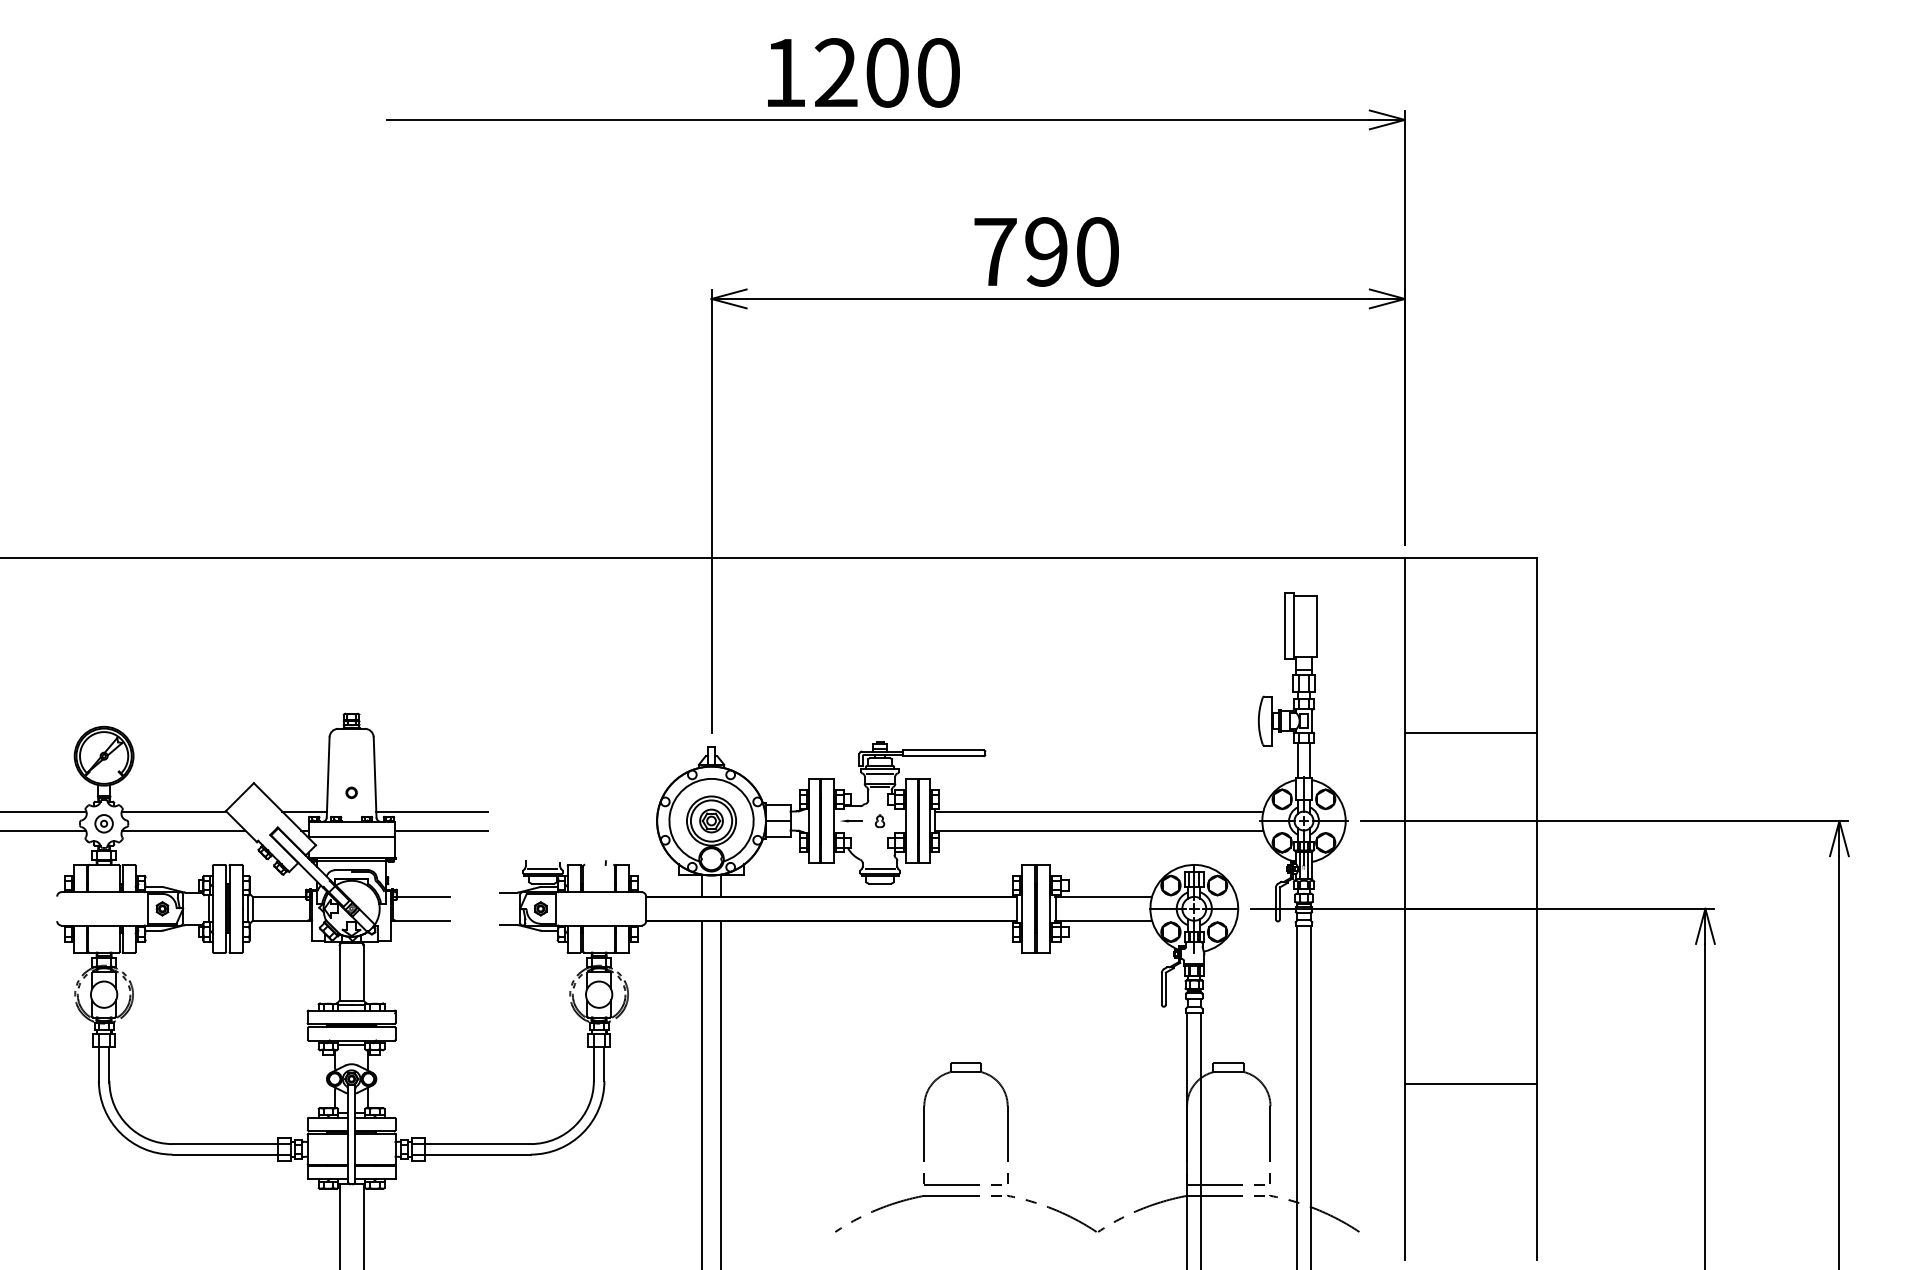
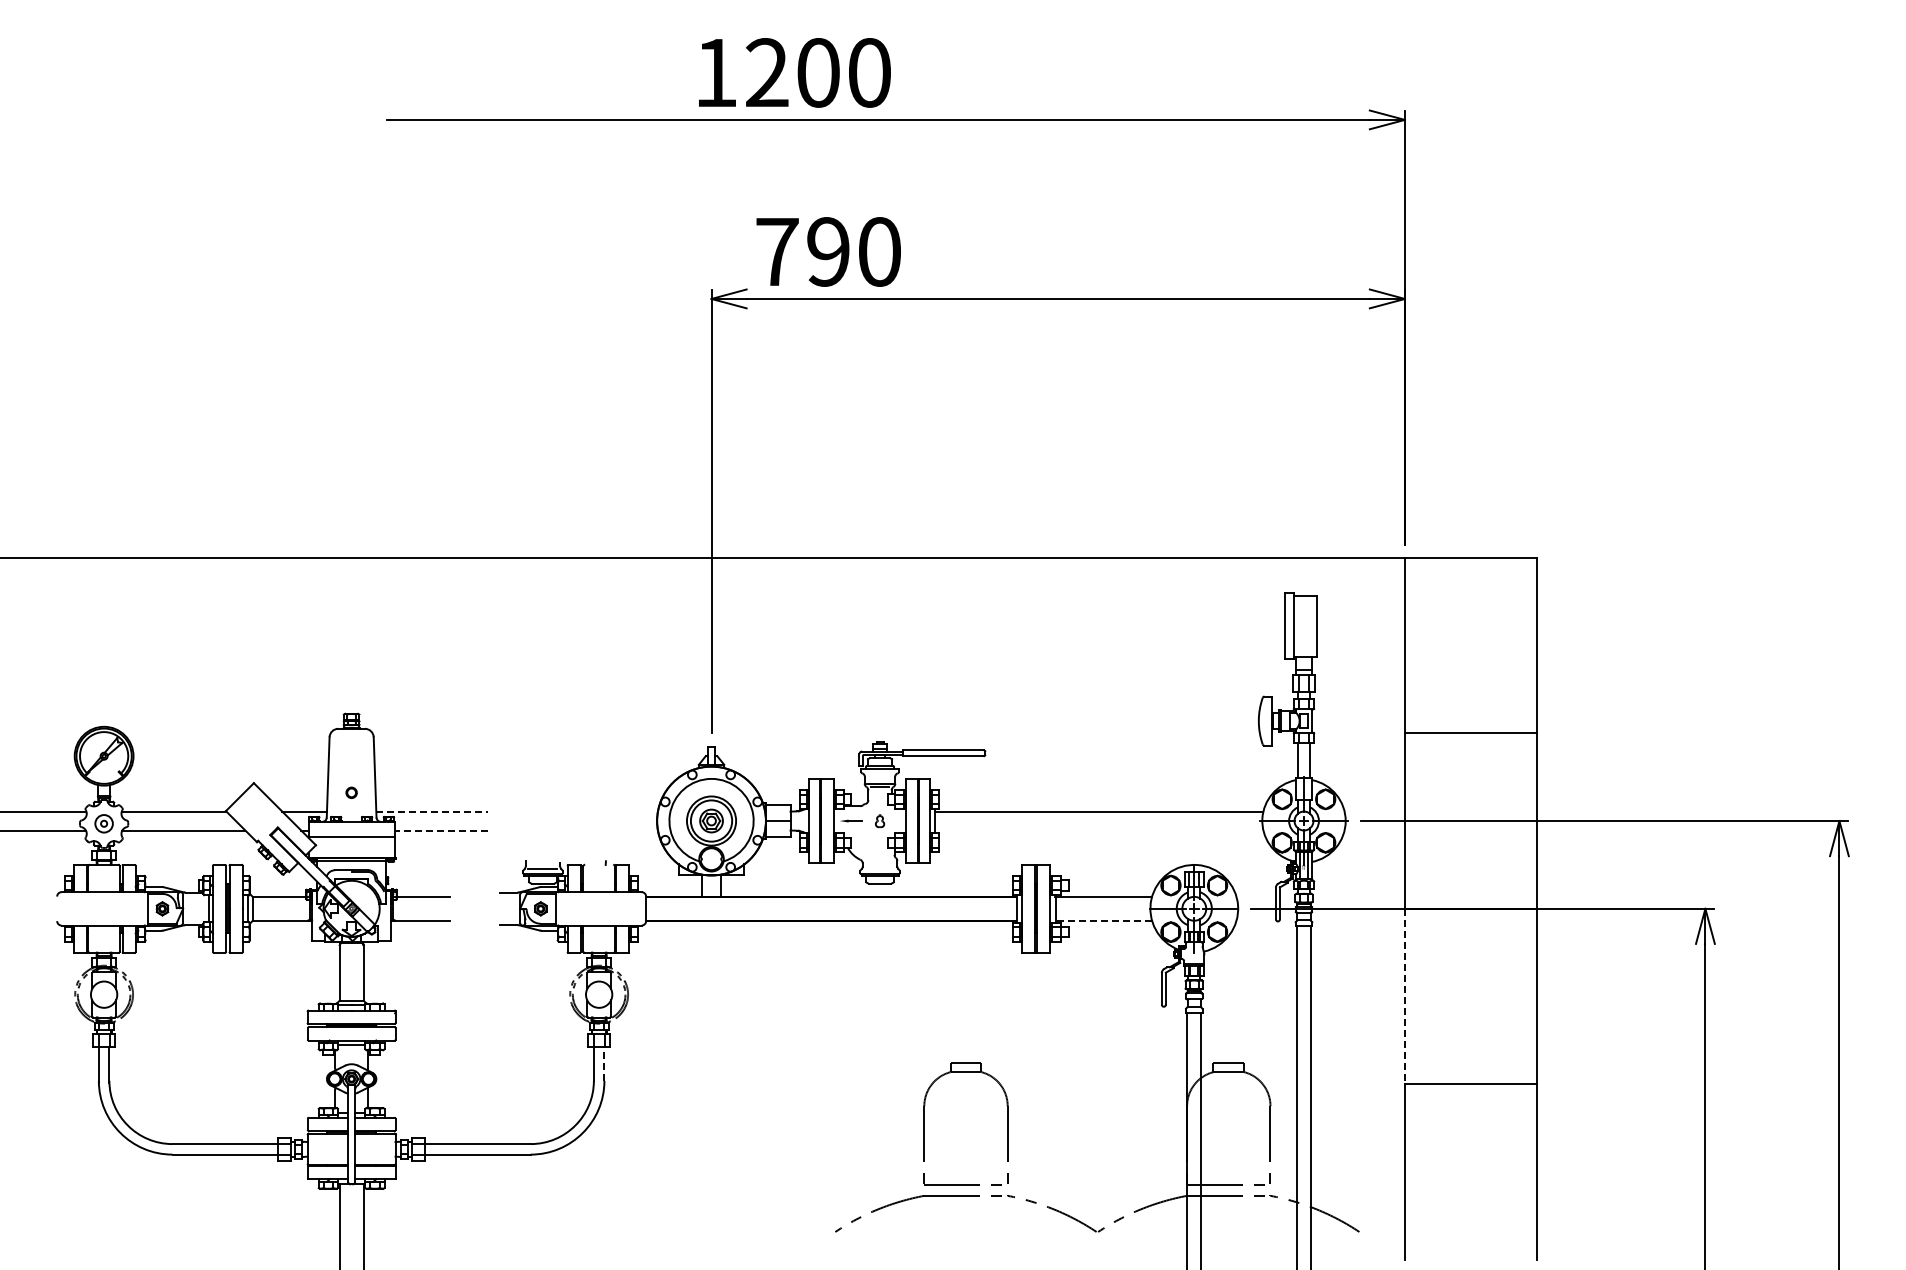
text at (863, 72) position: (863, 72) -> (794, 72)
text at (1046, 251) position: (1046, 251) -> (828, 251)
line at (880, 774): present -> none
line at (432, 811): solid -> dashed
line at (441, 830): solid -> dashed
line at (1099, 830): present -> none
line at (879, 869): present -> none
line at (1103, 920): solid -> dashed
line at (1404, 996): solid -> dashed
line at (604, 1063): solid -> dashed
line at (701, 1093): present -> none
line at (721, 1093): present -> none
